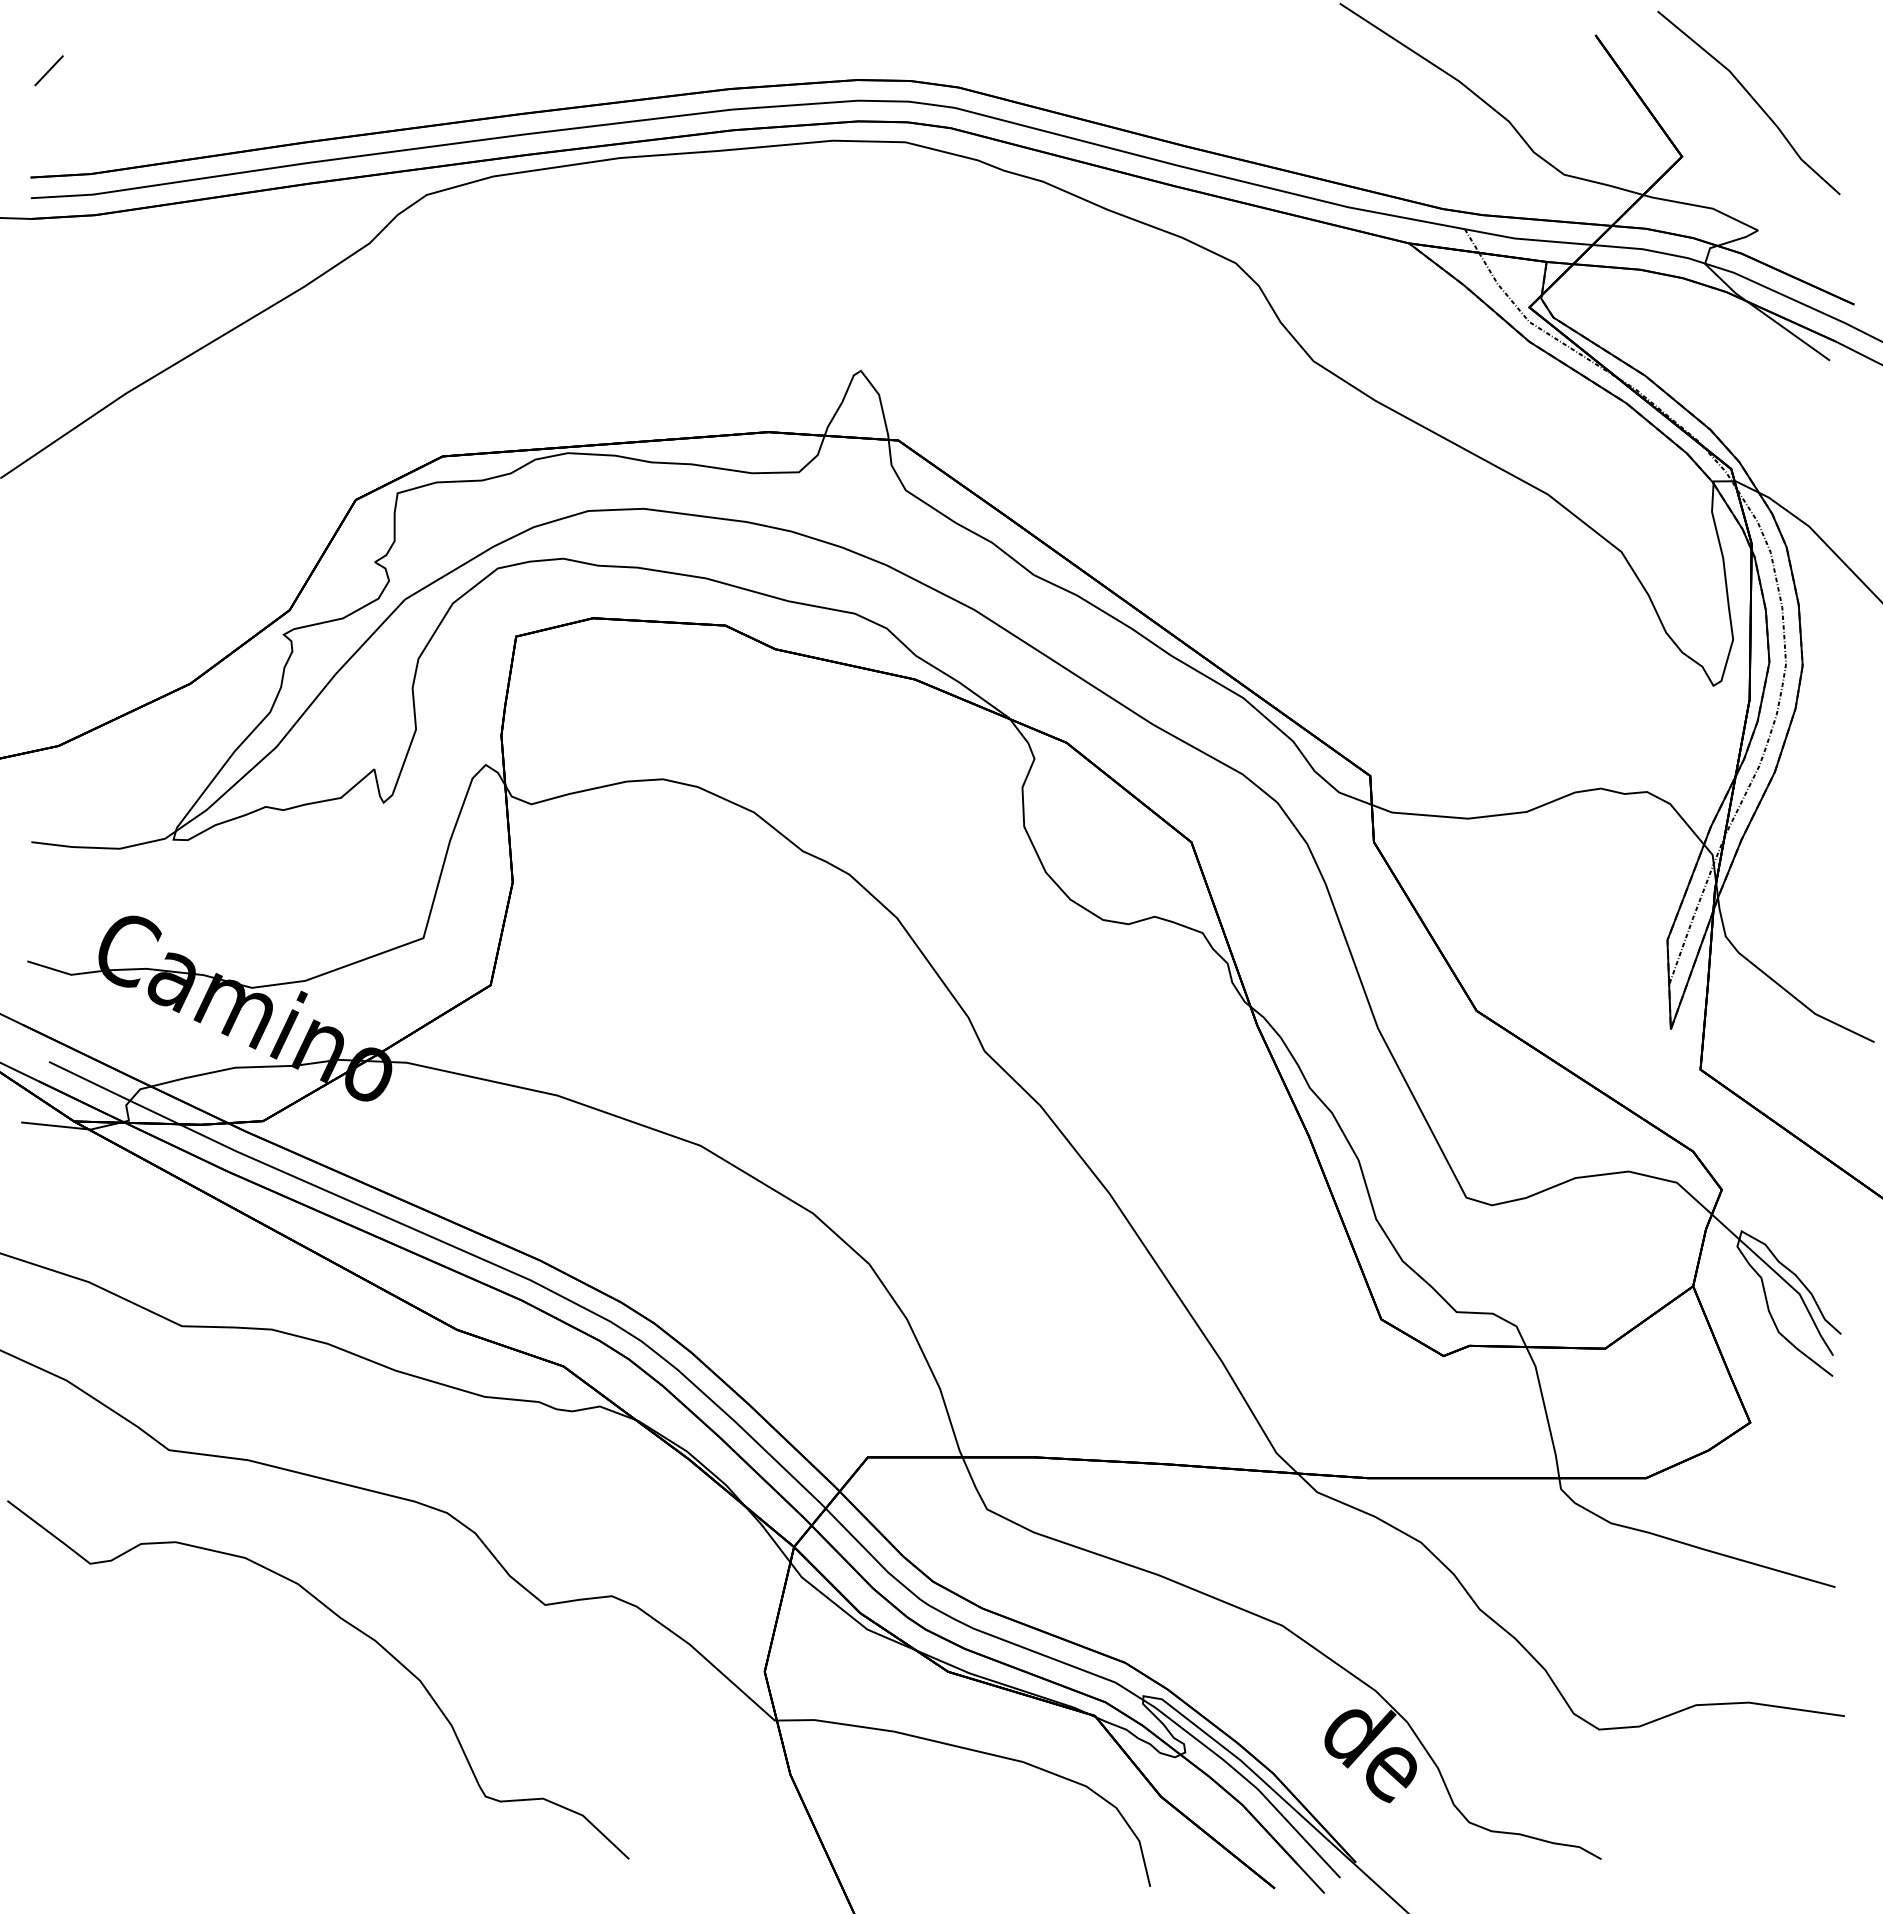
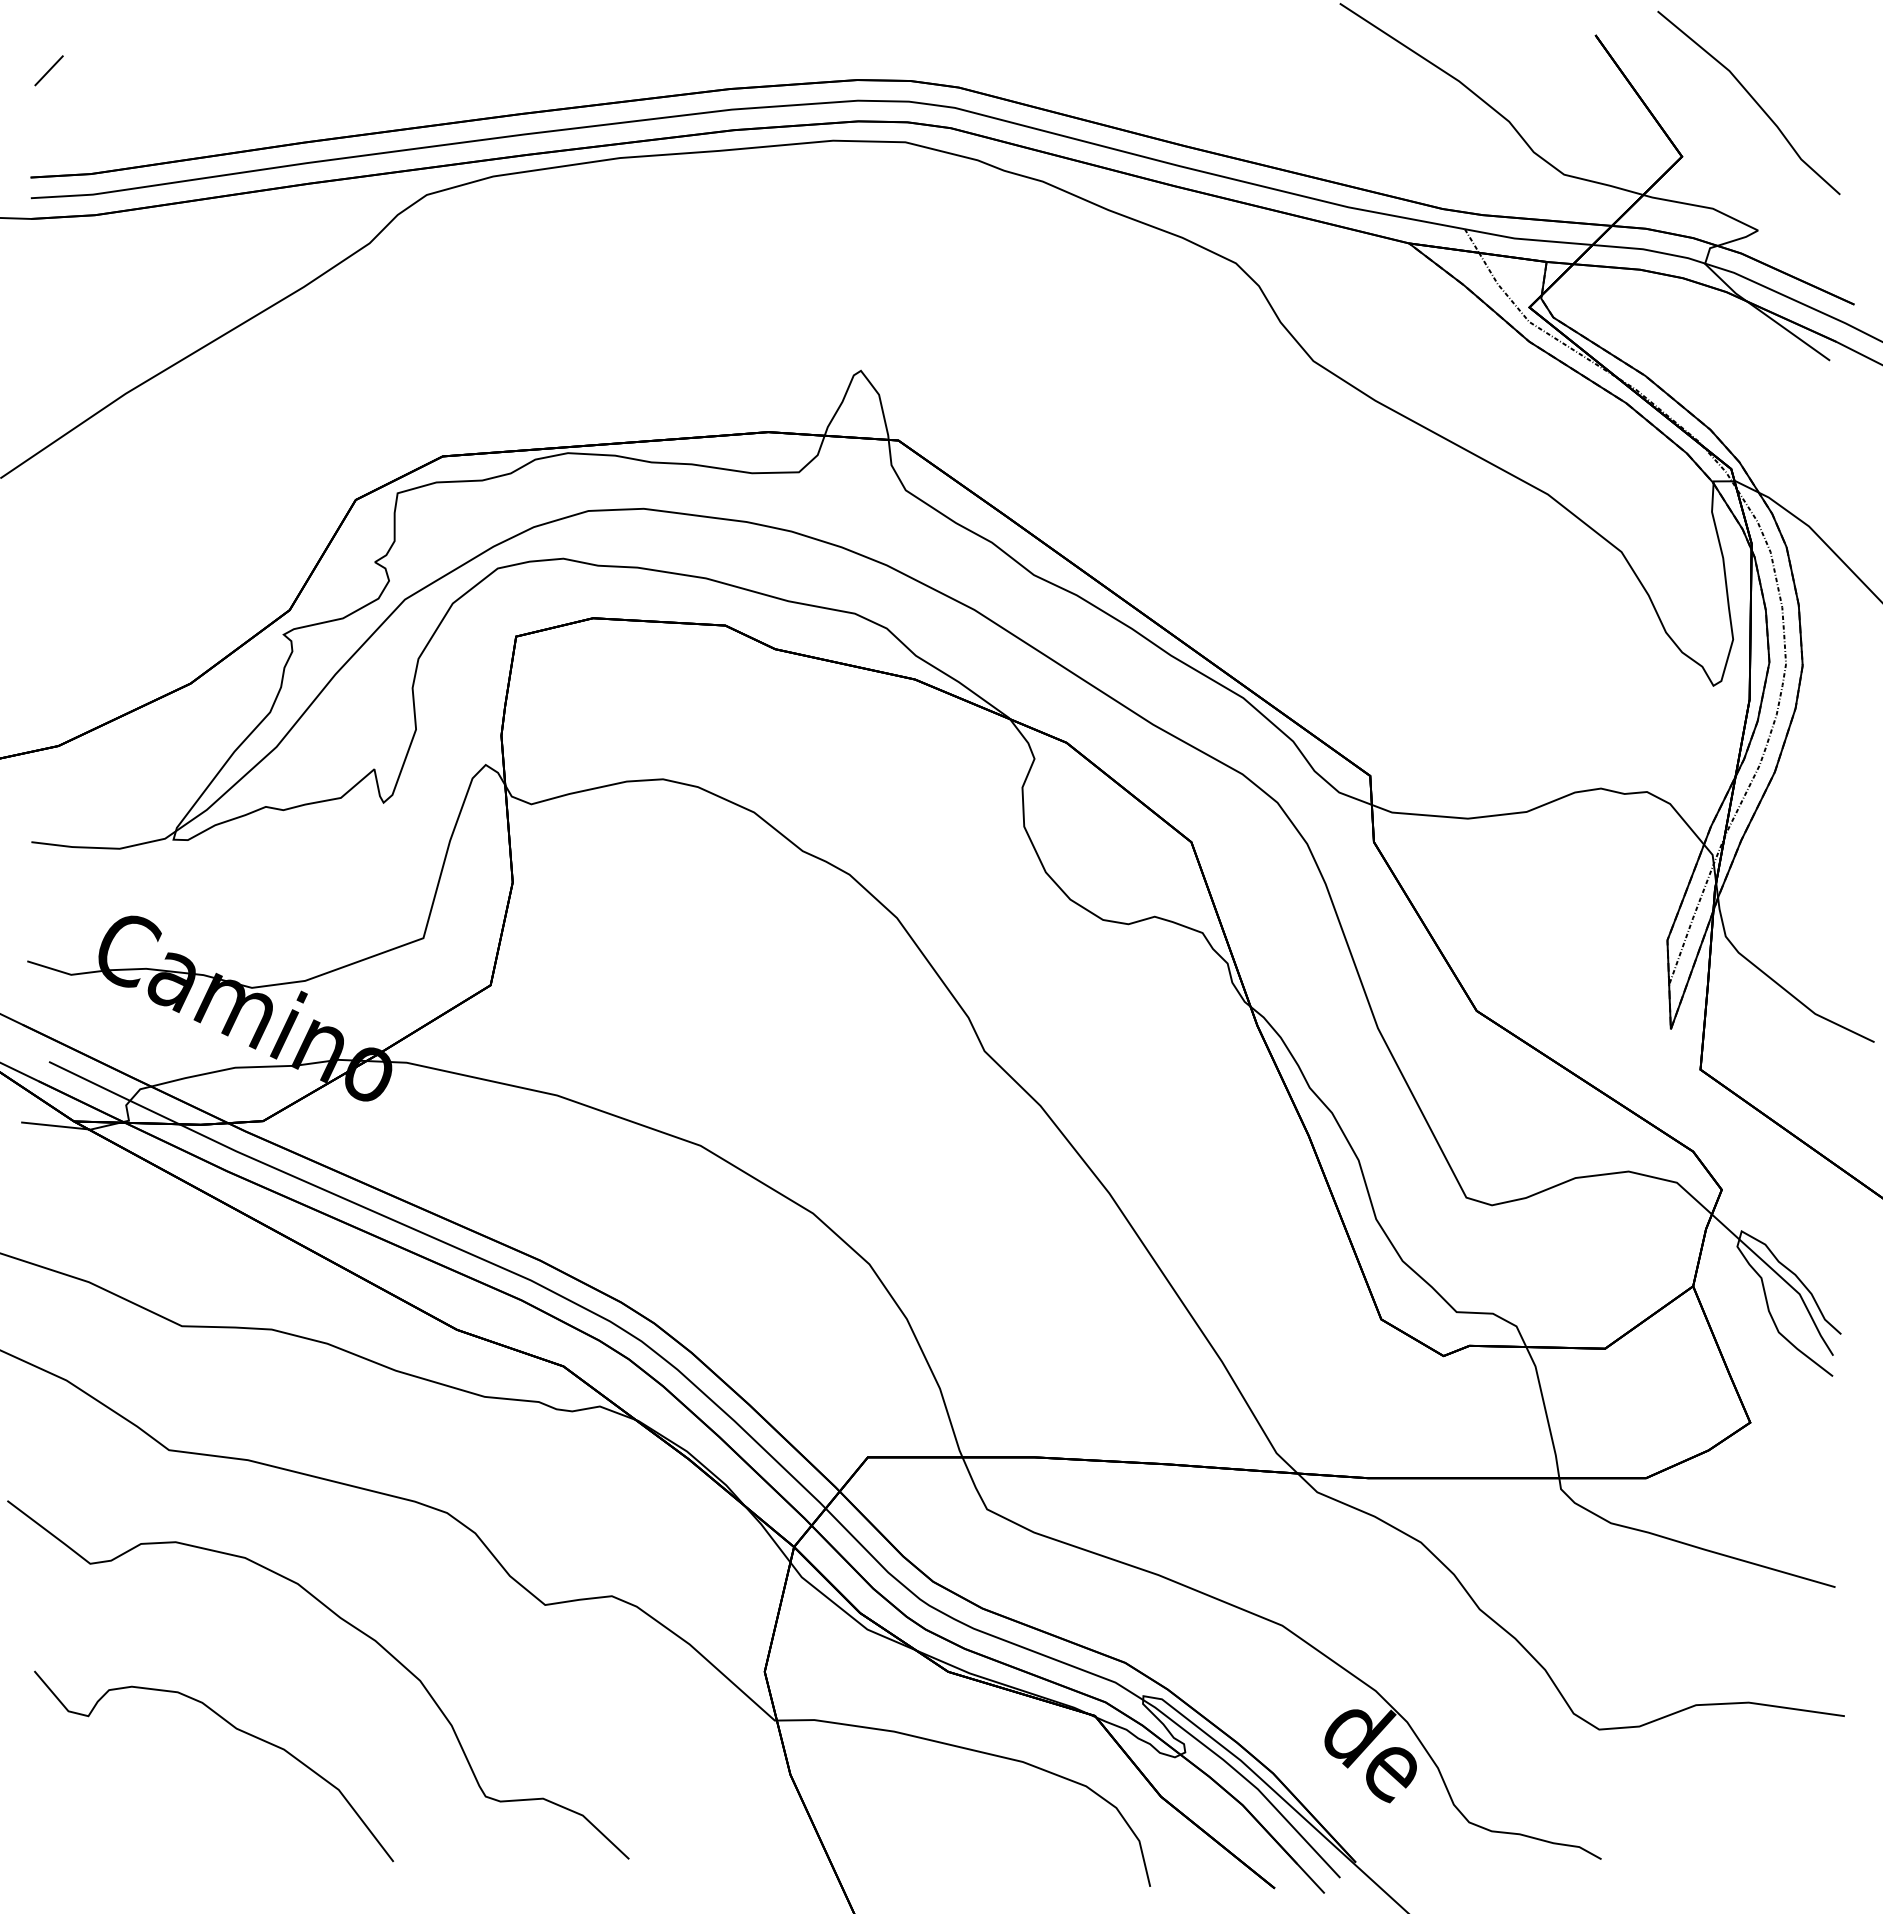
part at (234, 1728): none -> present
